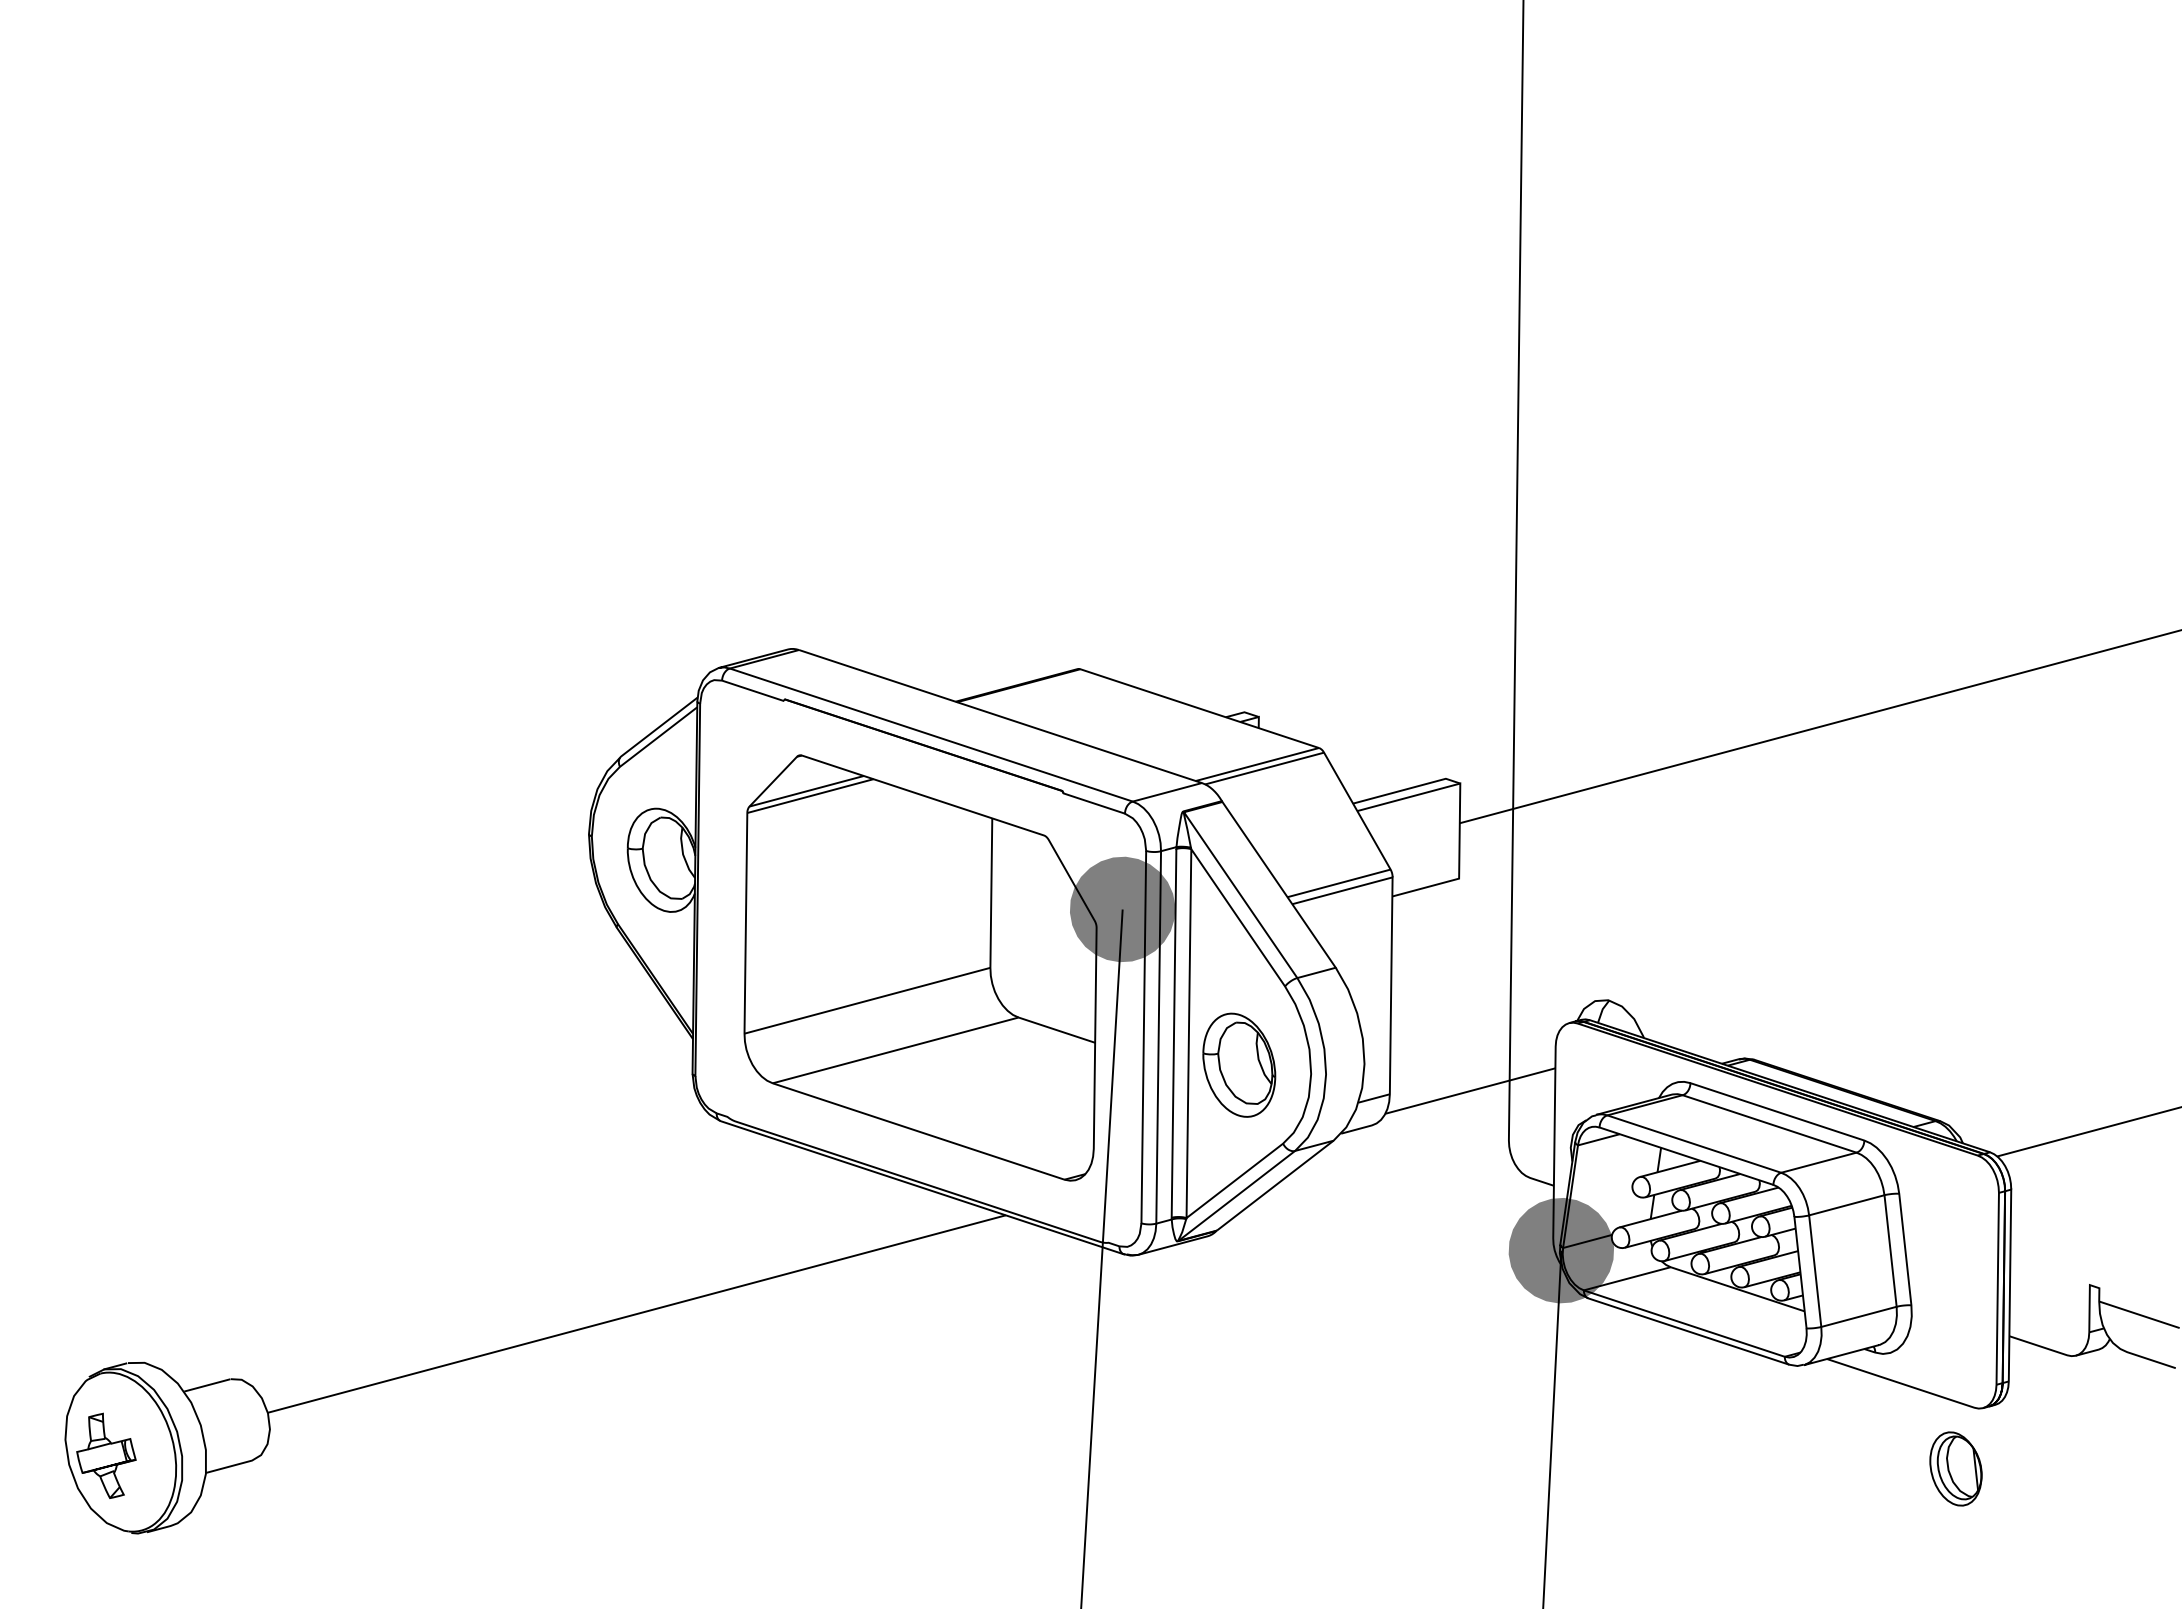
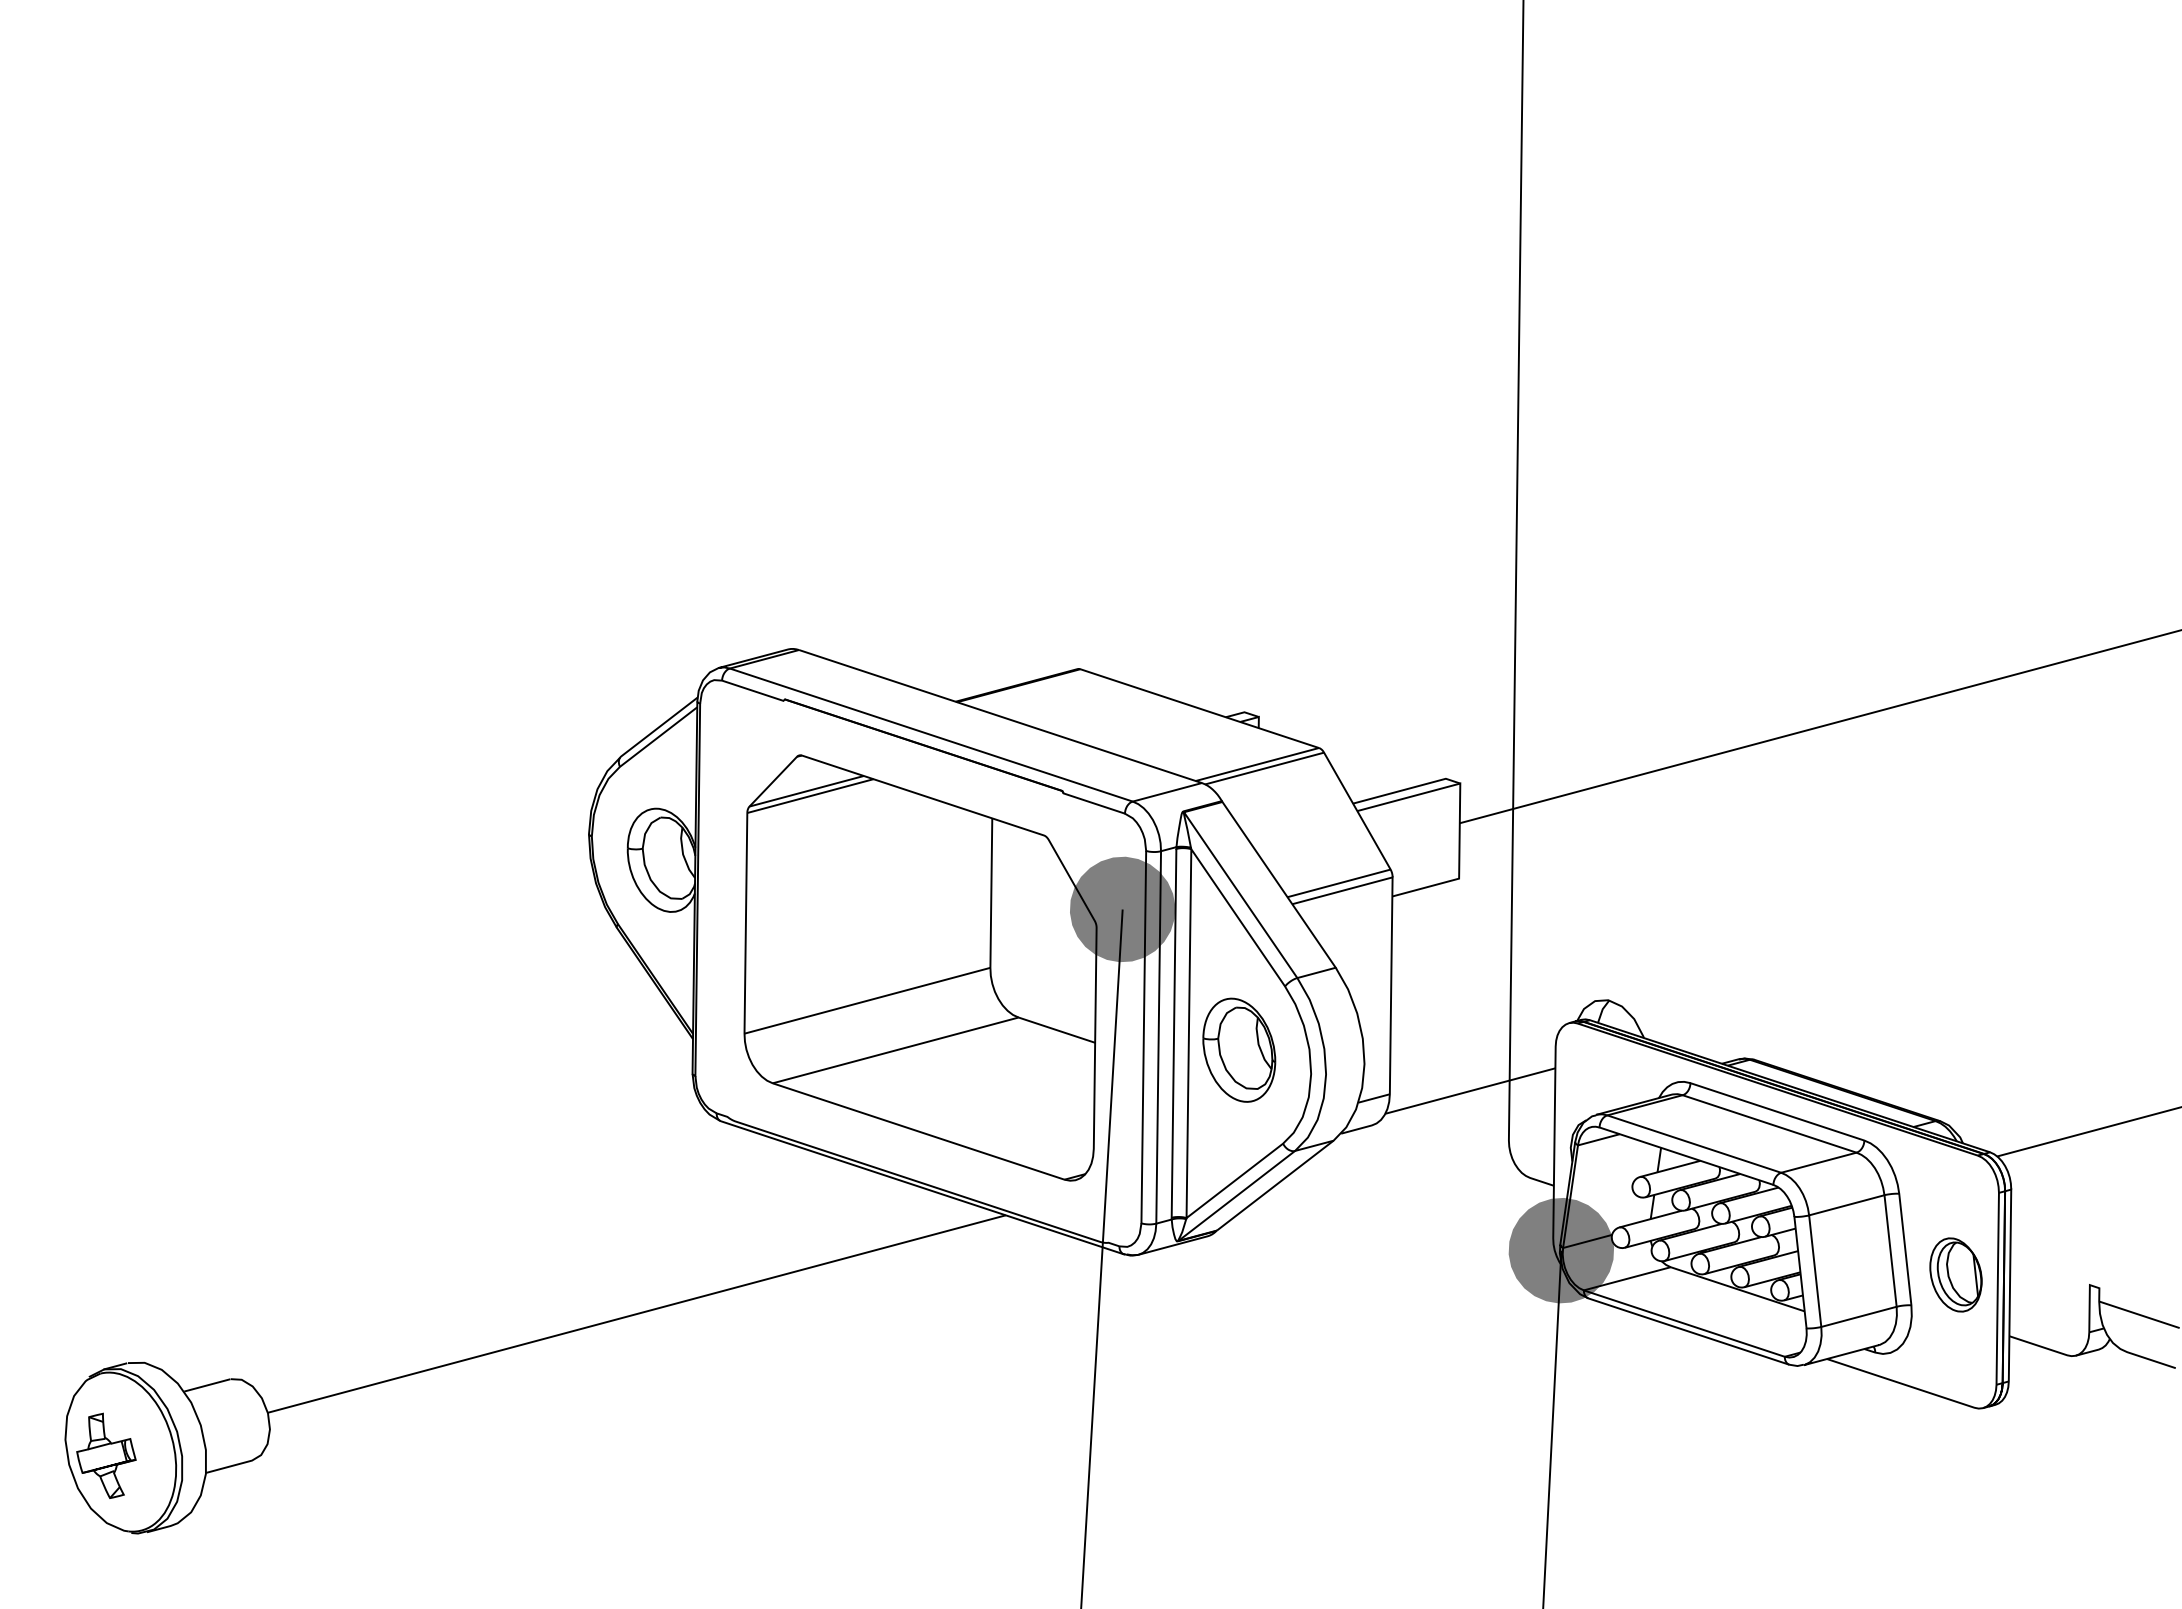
part at (1239, 1064) position: (1239, 1064) -> (1239, 1049)
part at (1955, 1468) position: (1955, 1468) -> (1955, 1274)
